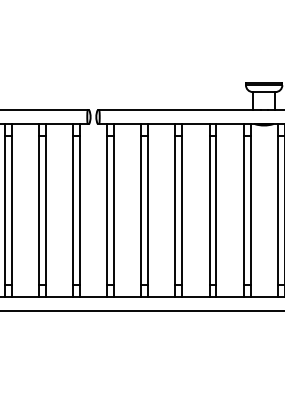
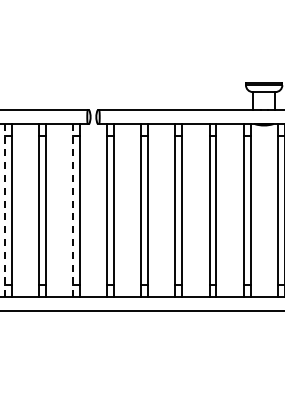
line at (4, 210): solid -> dashed
line at (73, 210): solid -> dashed
